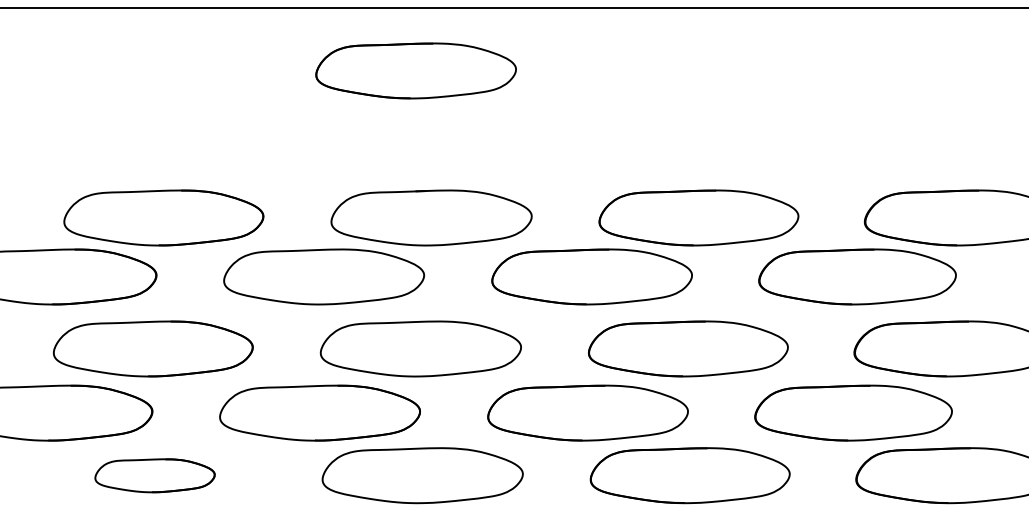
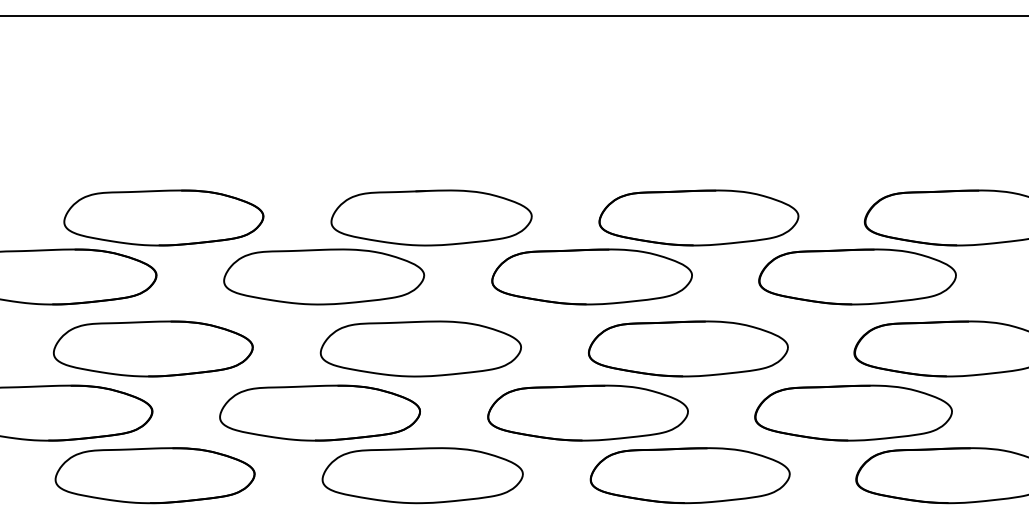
line at (513, 7) position: (513, 7) -> (513, 15)
part at (415, 70): present -> none
part at (154, 475) size: 122x36 px -> 202x58 px
